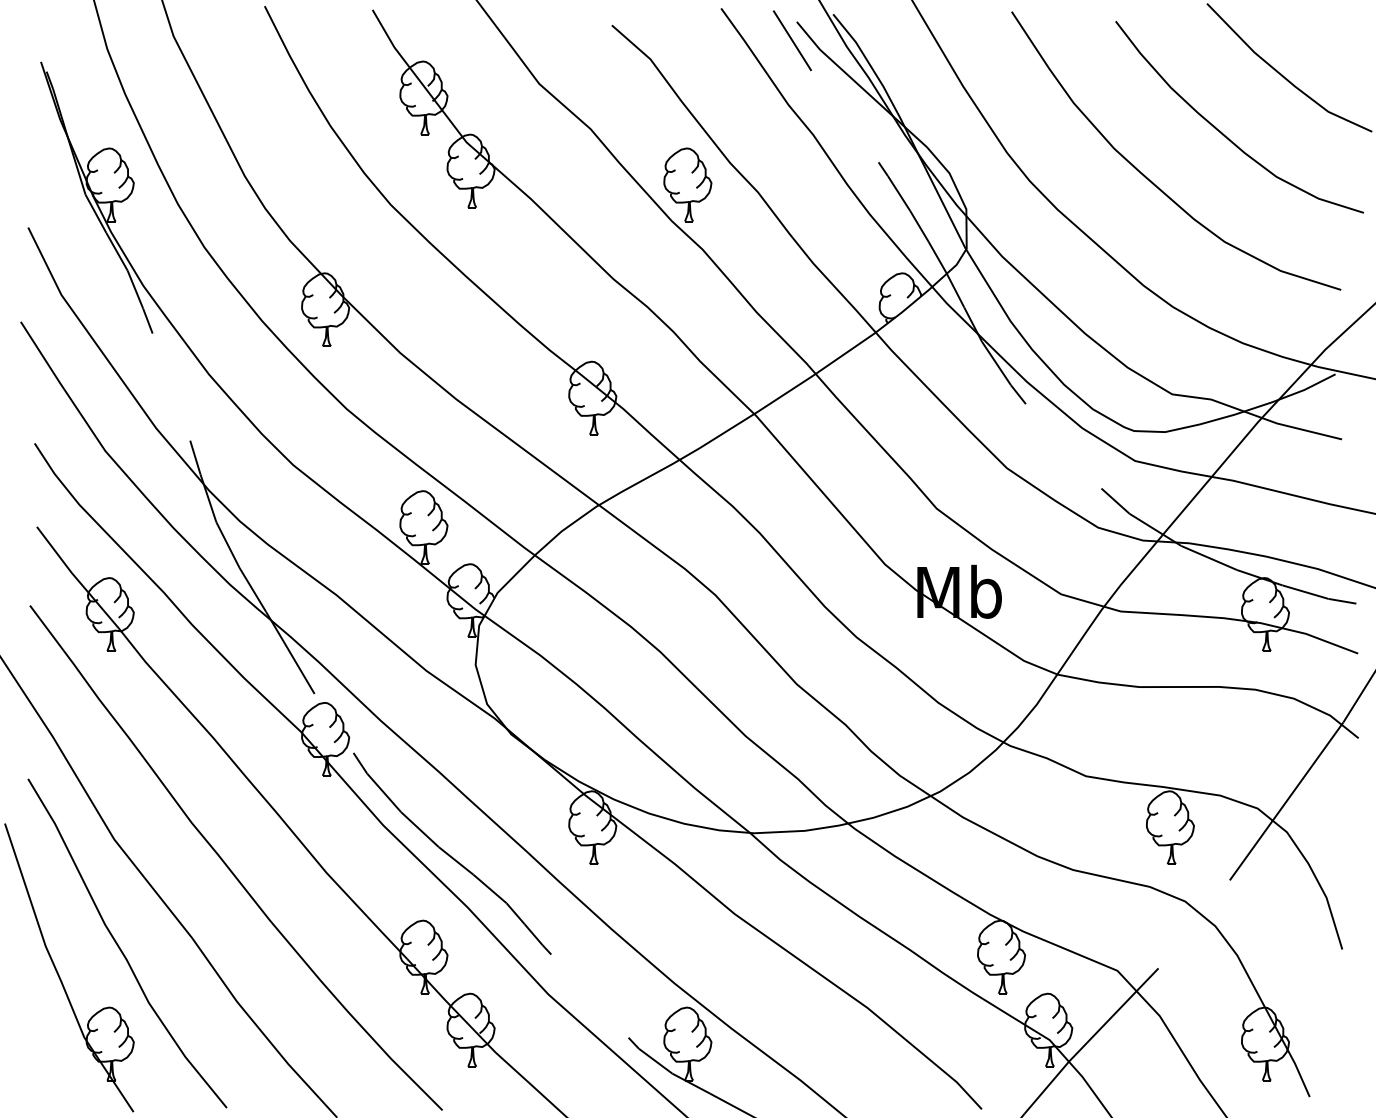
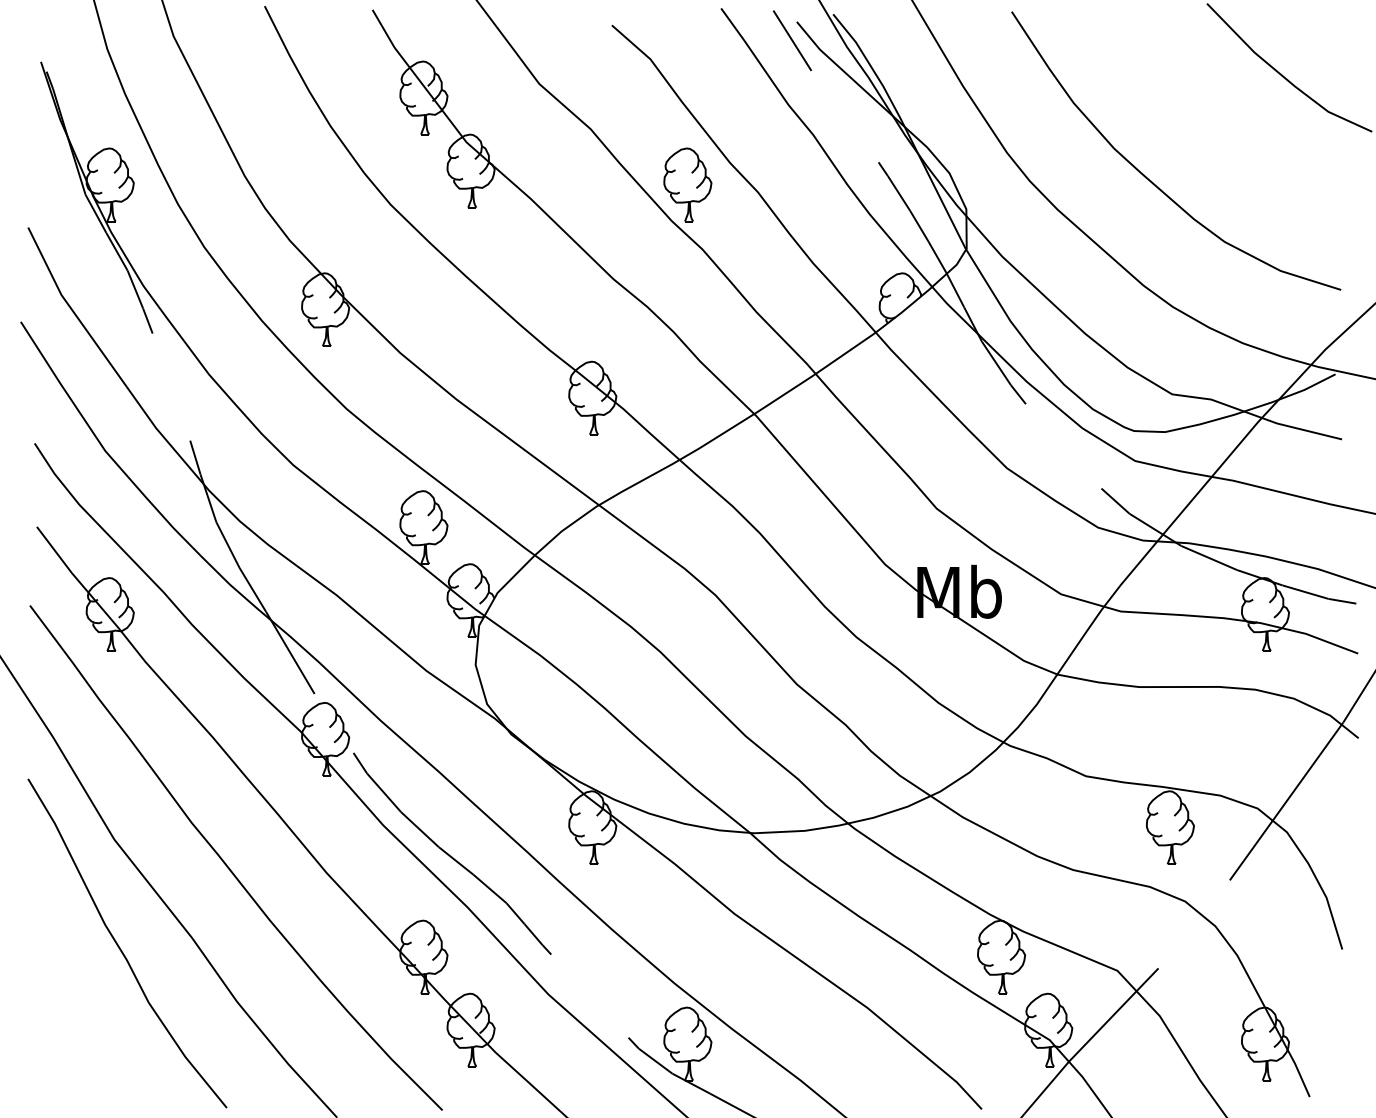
curve at (1223, 133): present -> none
part at (58, 972): present -> none
